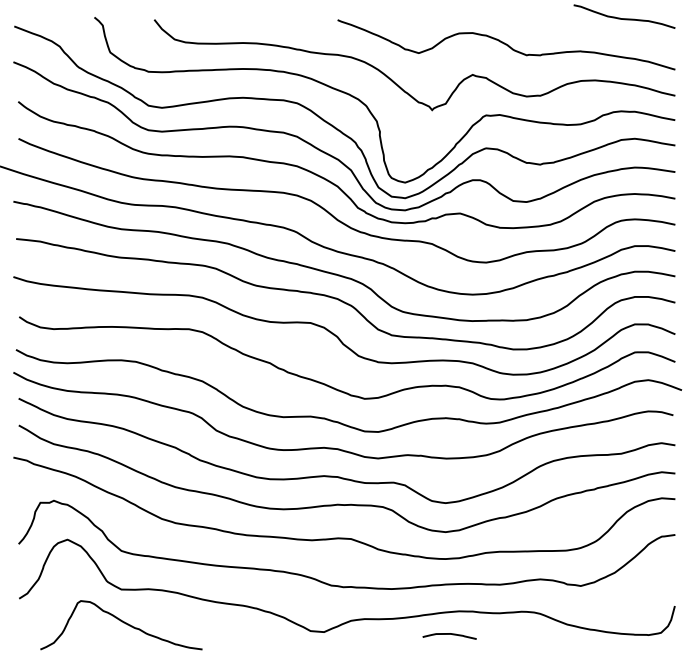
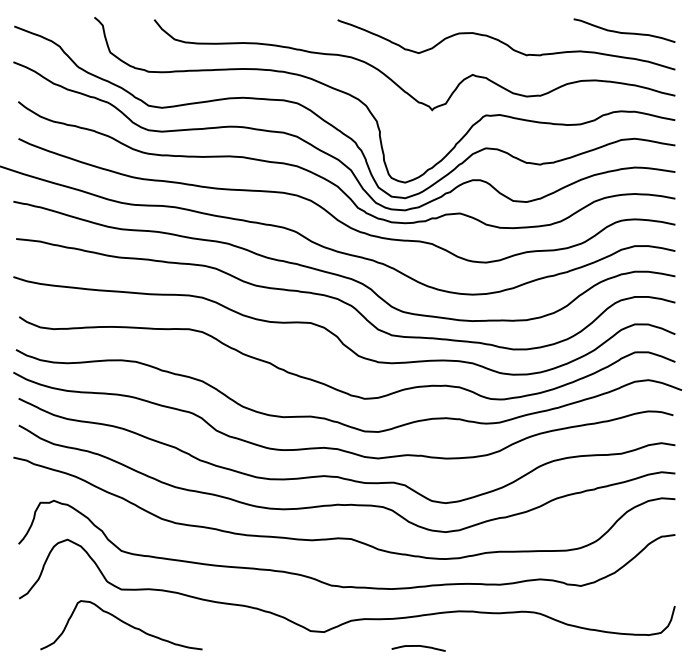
curve at (624, 18) position: (624, 18) -> (624, 32)
curve at (449, 634) position: (449, 634) -> (418, 646)
